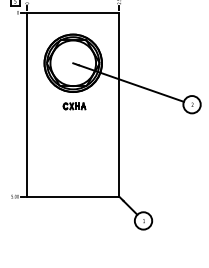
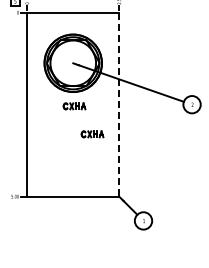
line at (119, 104): solid -> dashed
part at (92, 134): none -> present
